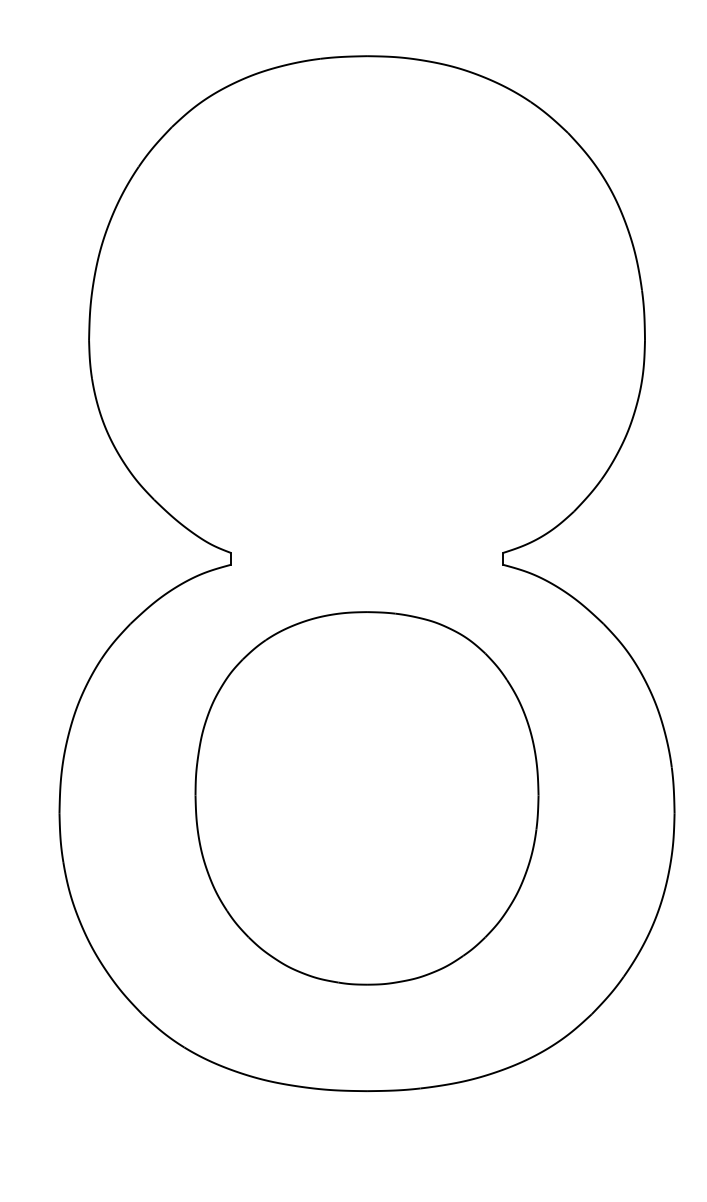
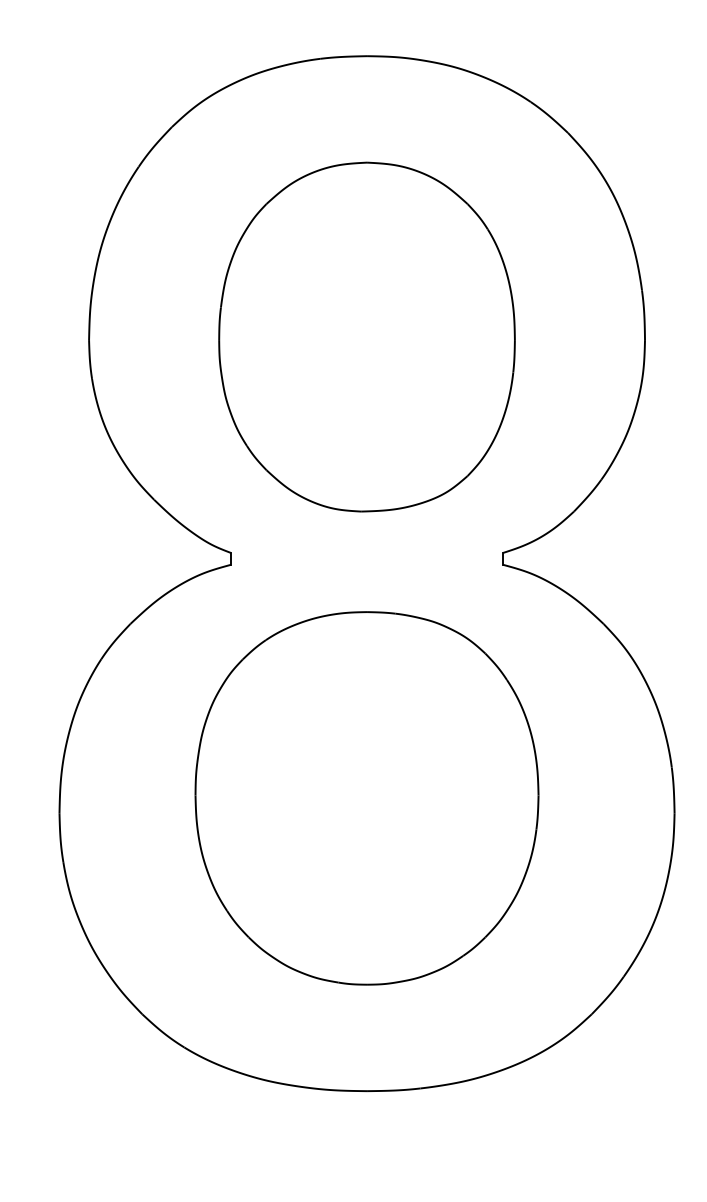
part at (366, 336): none -> present
